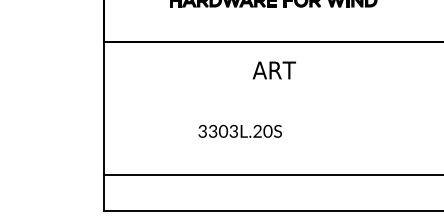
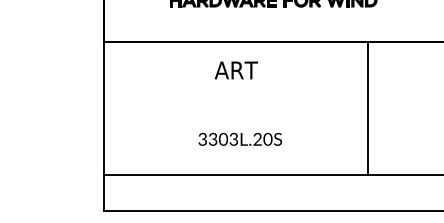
text at (274, 70) position: (274, 70) -> (236, 70)
line at (368, 107): none -> present
text at (239, 130) position: (239, 130) -> (239, 138)
